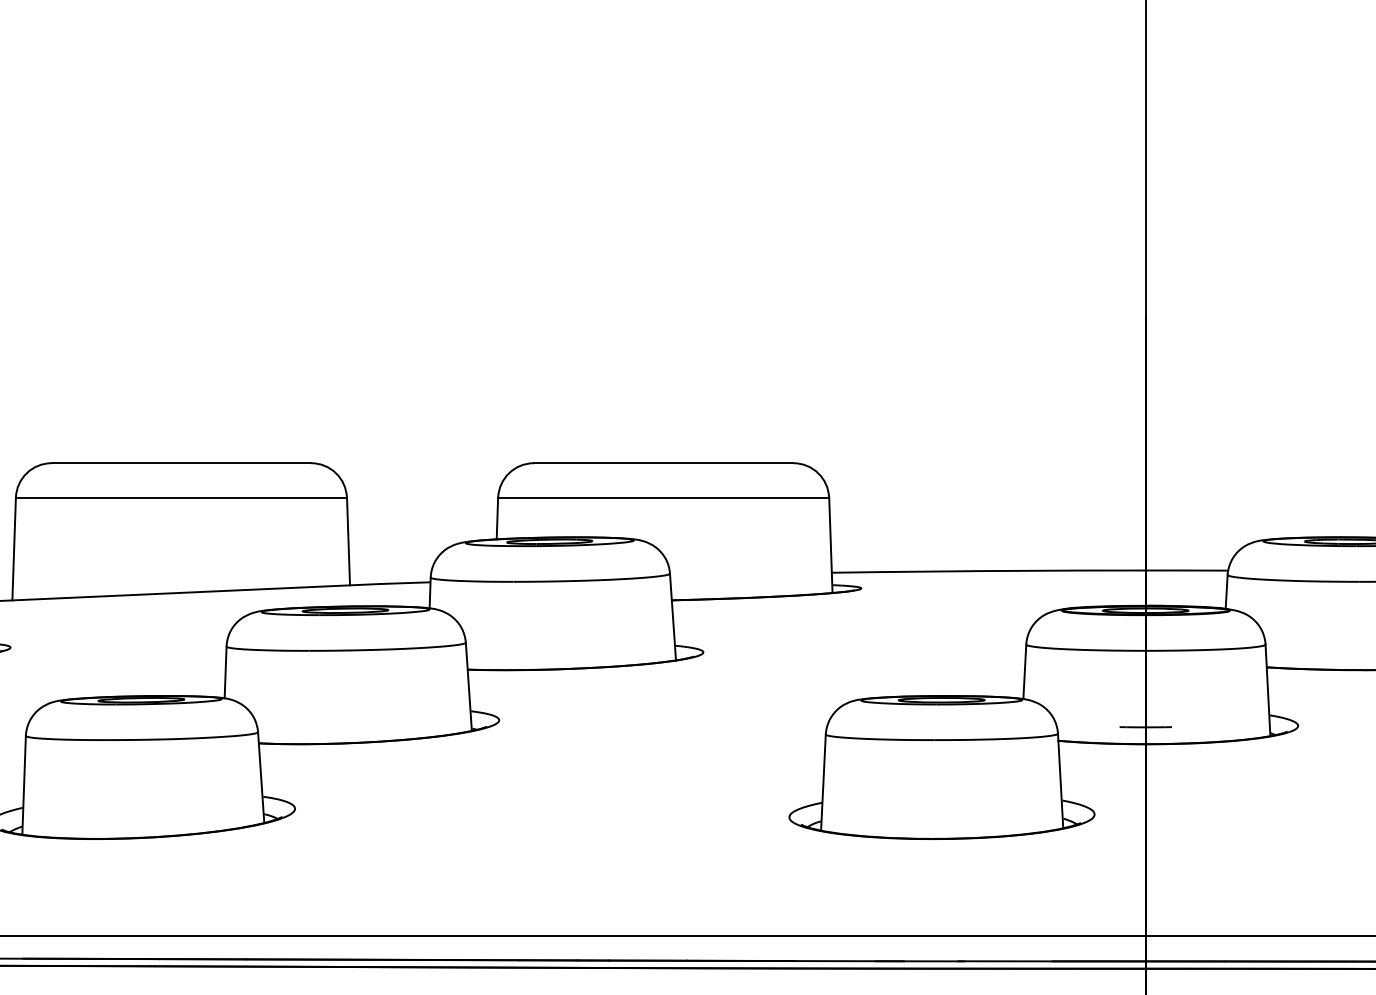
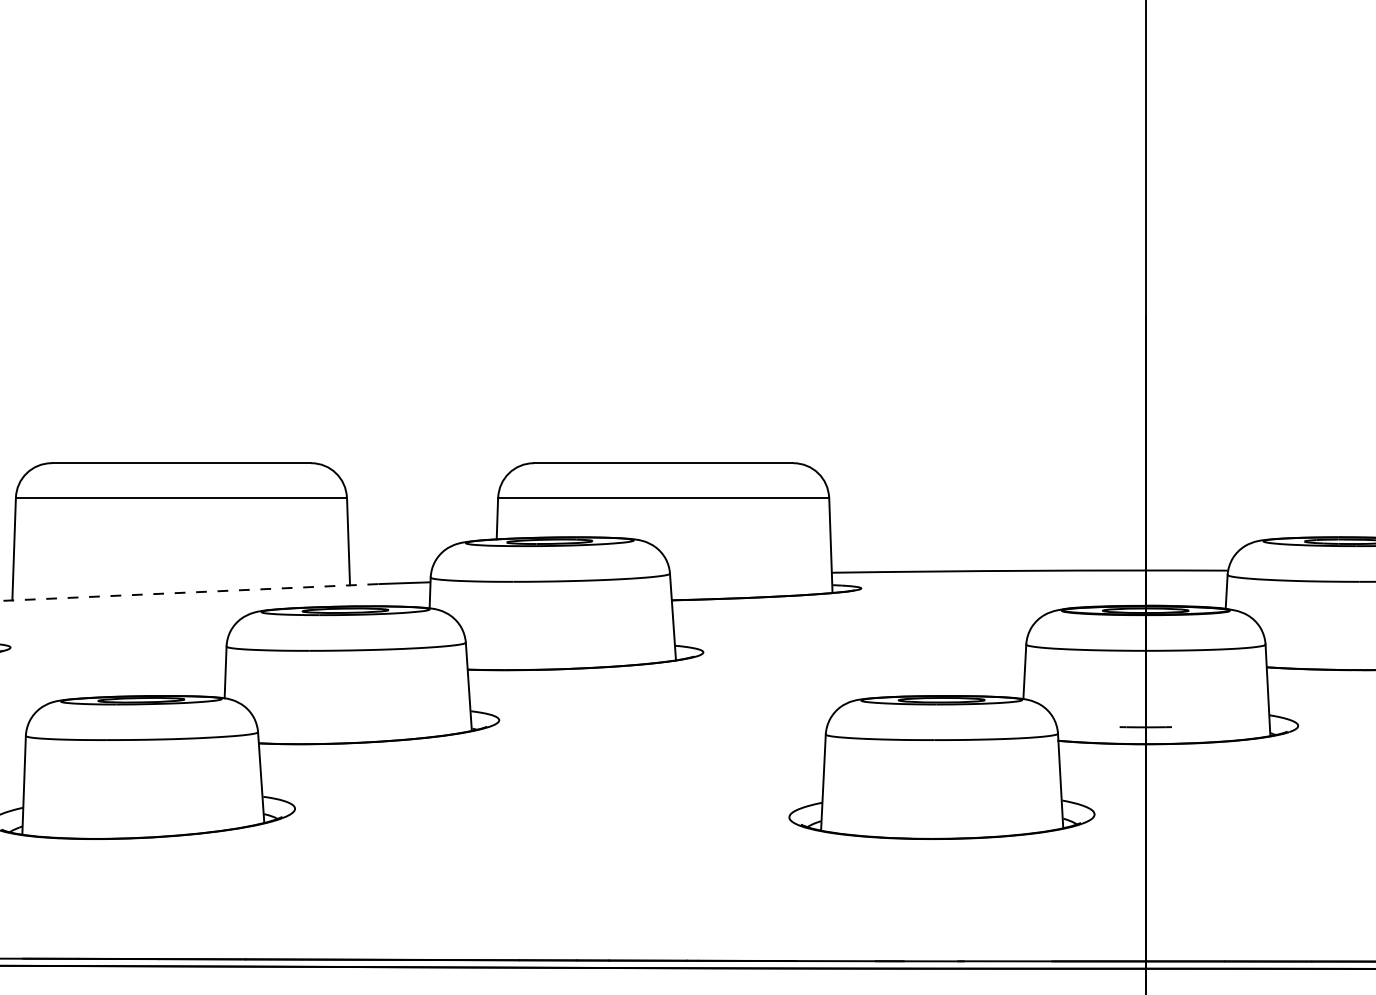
line at (189, 592): solid -> dashed
line at (687, 935): present -> none
